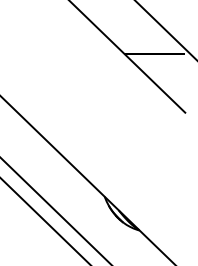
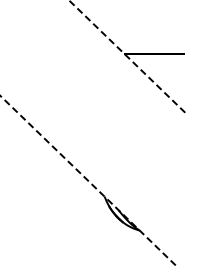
line at (165, 29): present -> none
line at (127, 56): solid -> dashed
line at (88, 180): solid -> dashed
line at (55, 210): present -> none
line at (44, 220): present -> none
